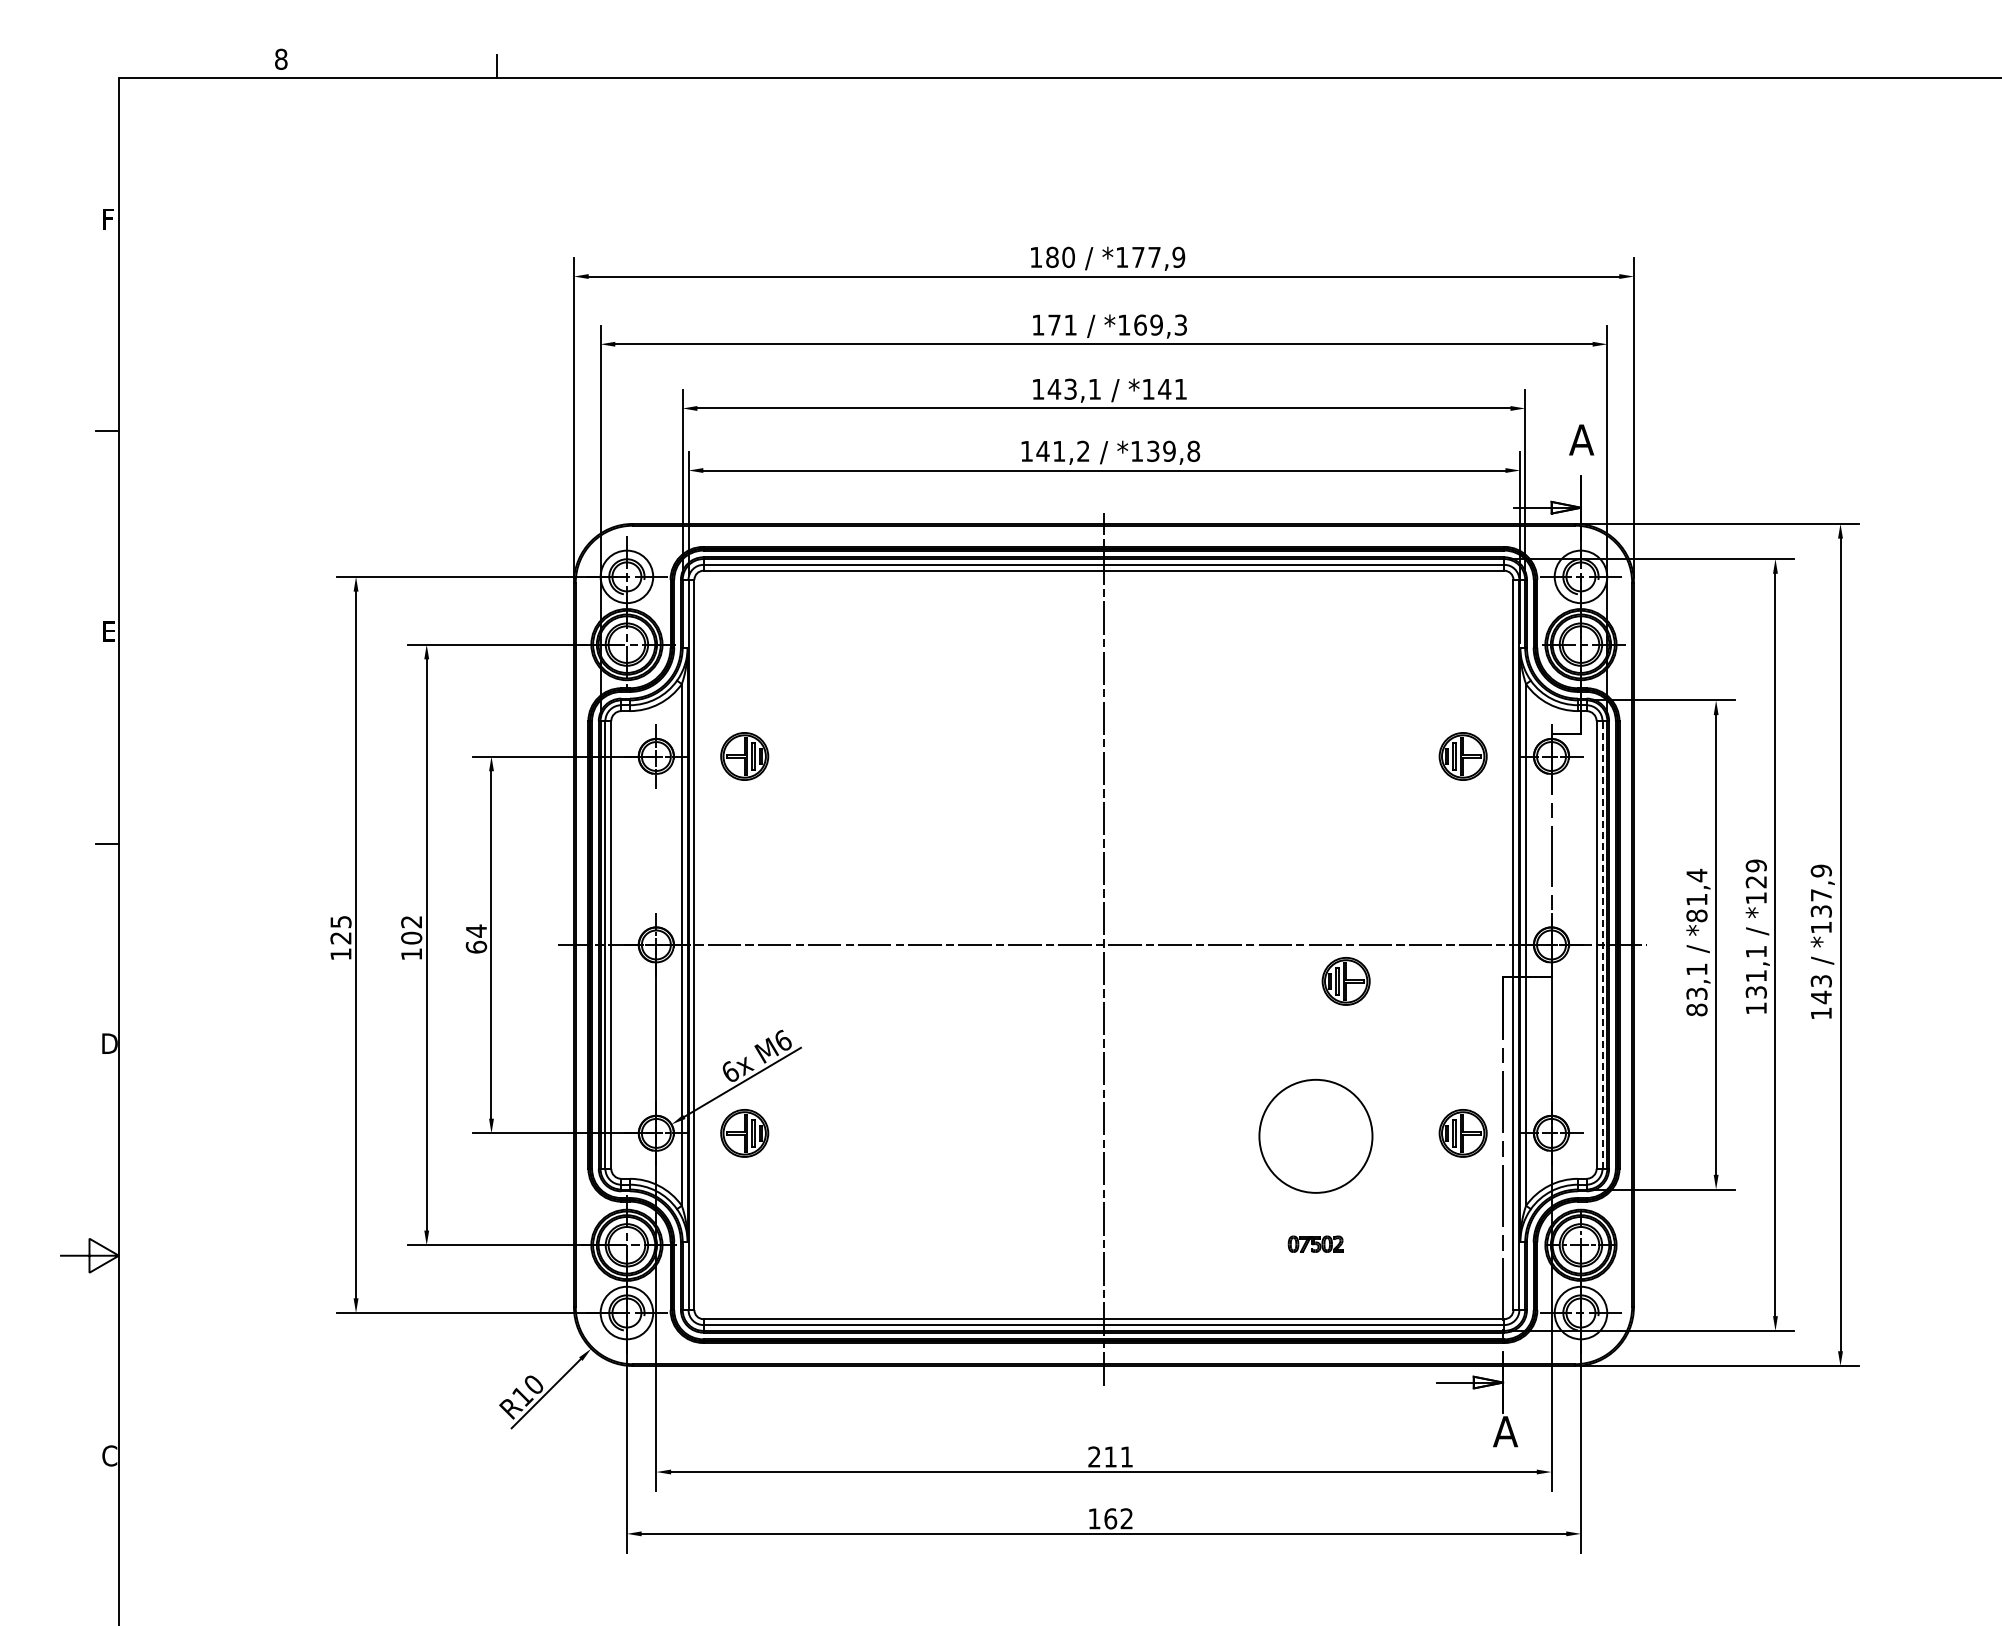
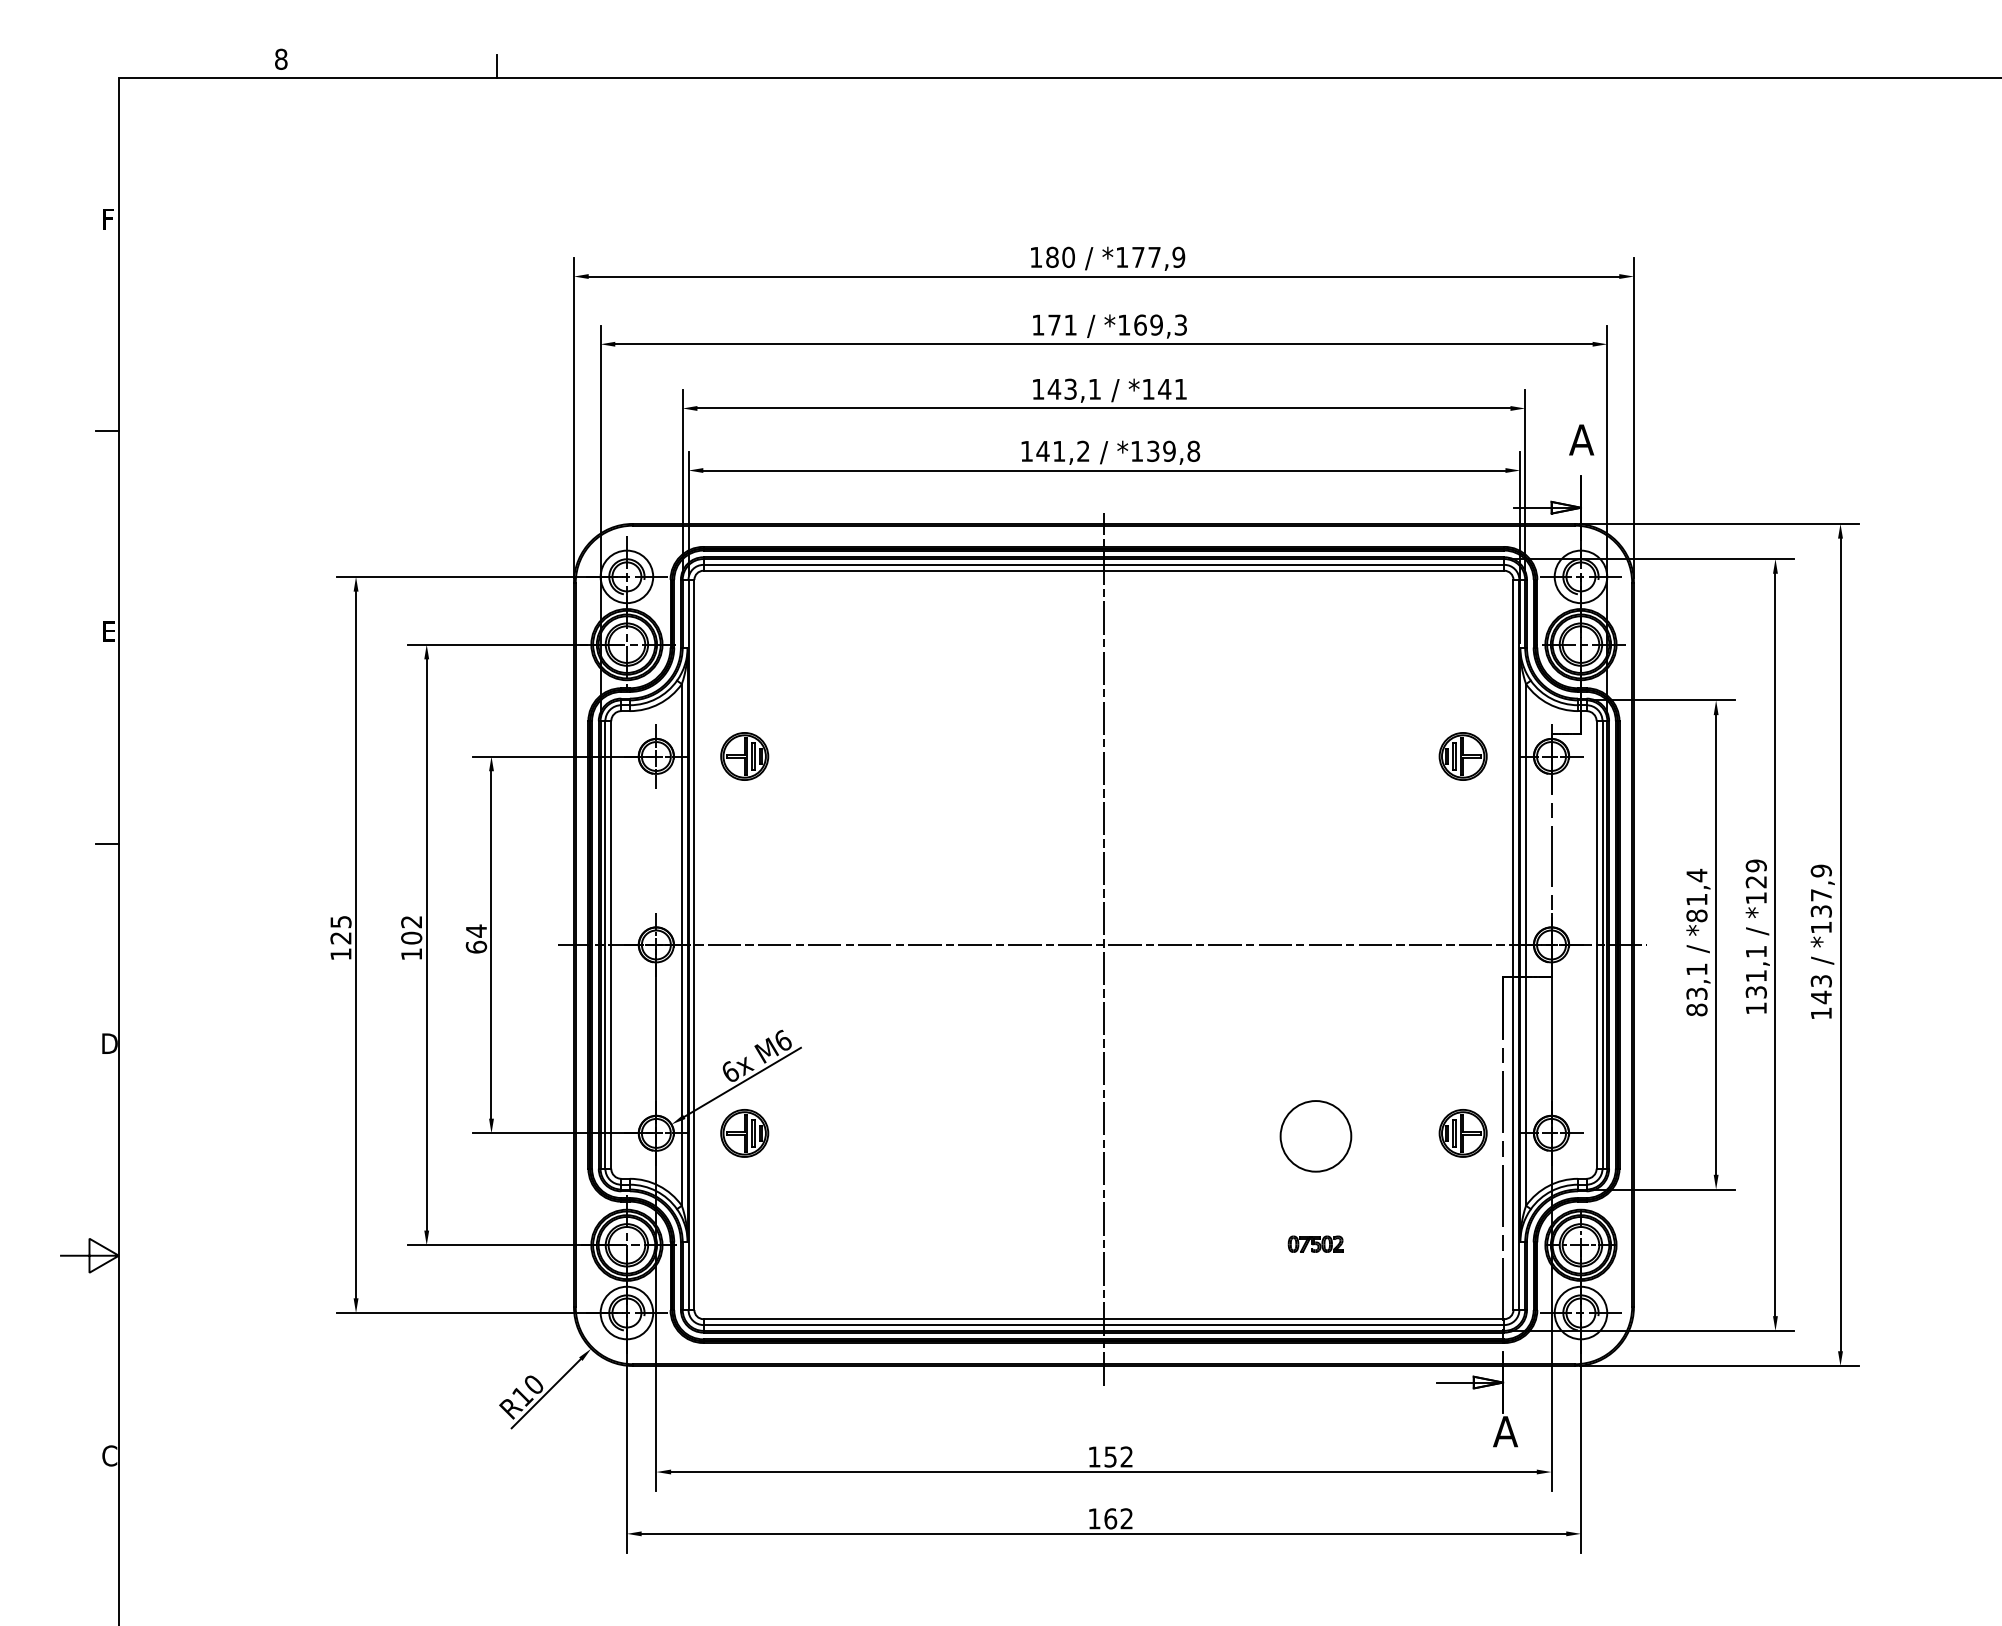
line at (1602, 944): dashed -> solid
part at (1345, 981): present -> none
circle at (1315, 1135) diameter: 113 px -> 71 px
text at (1110, 1456): 211 -> 152
